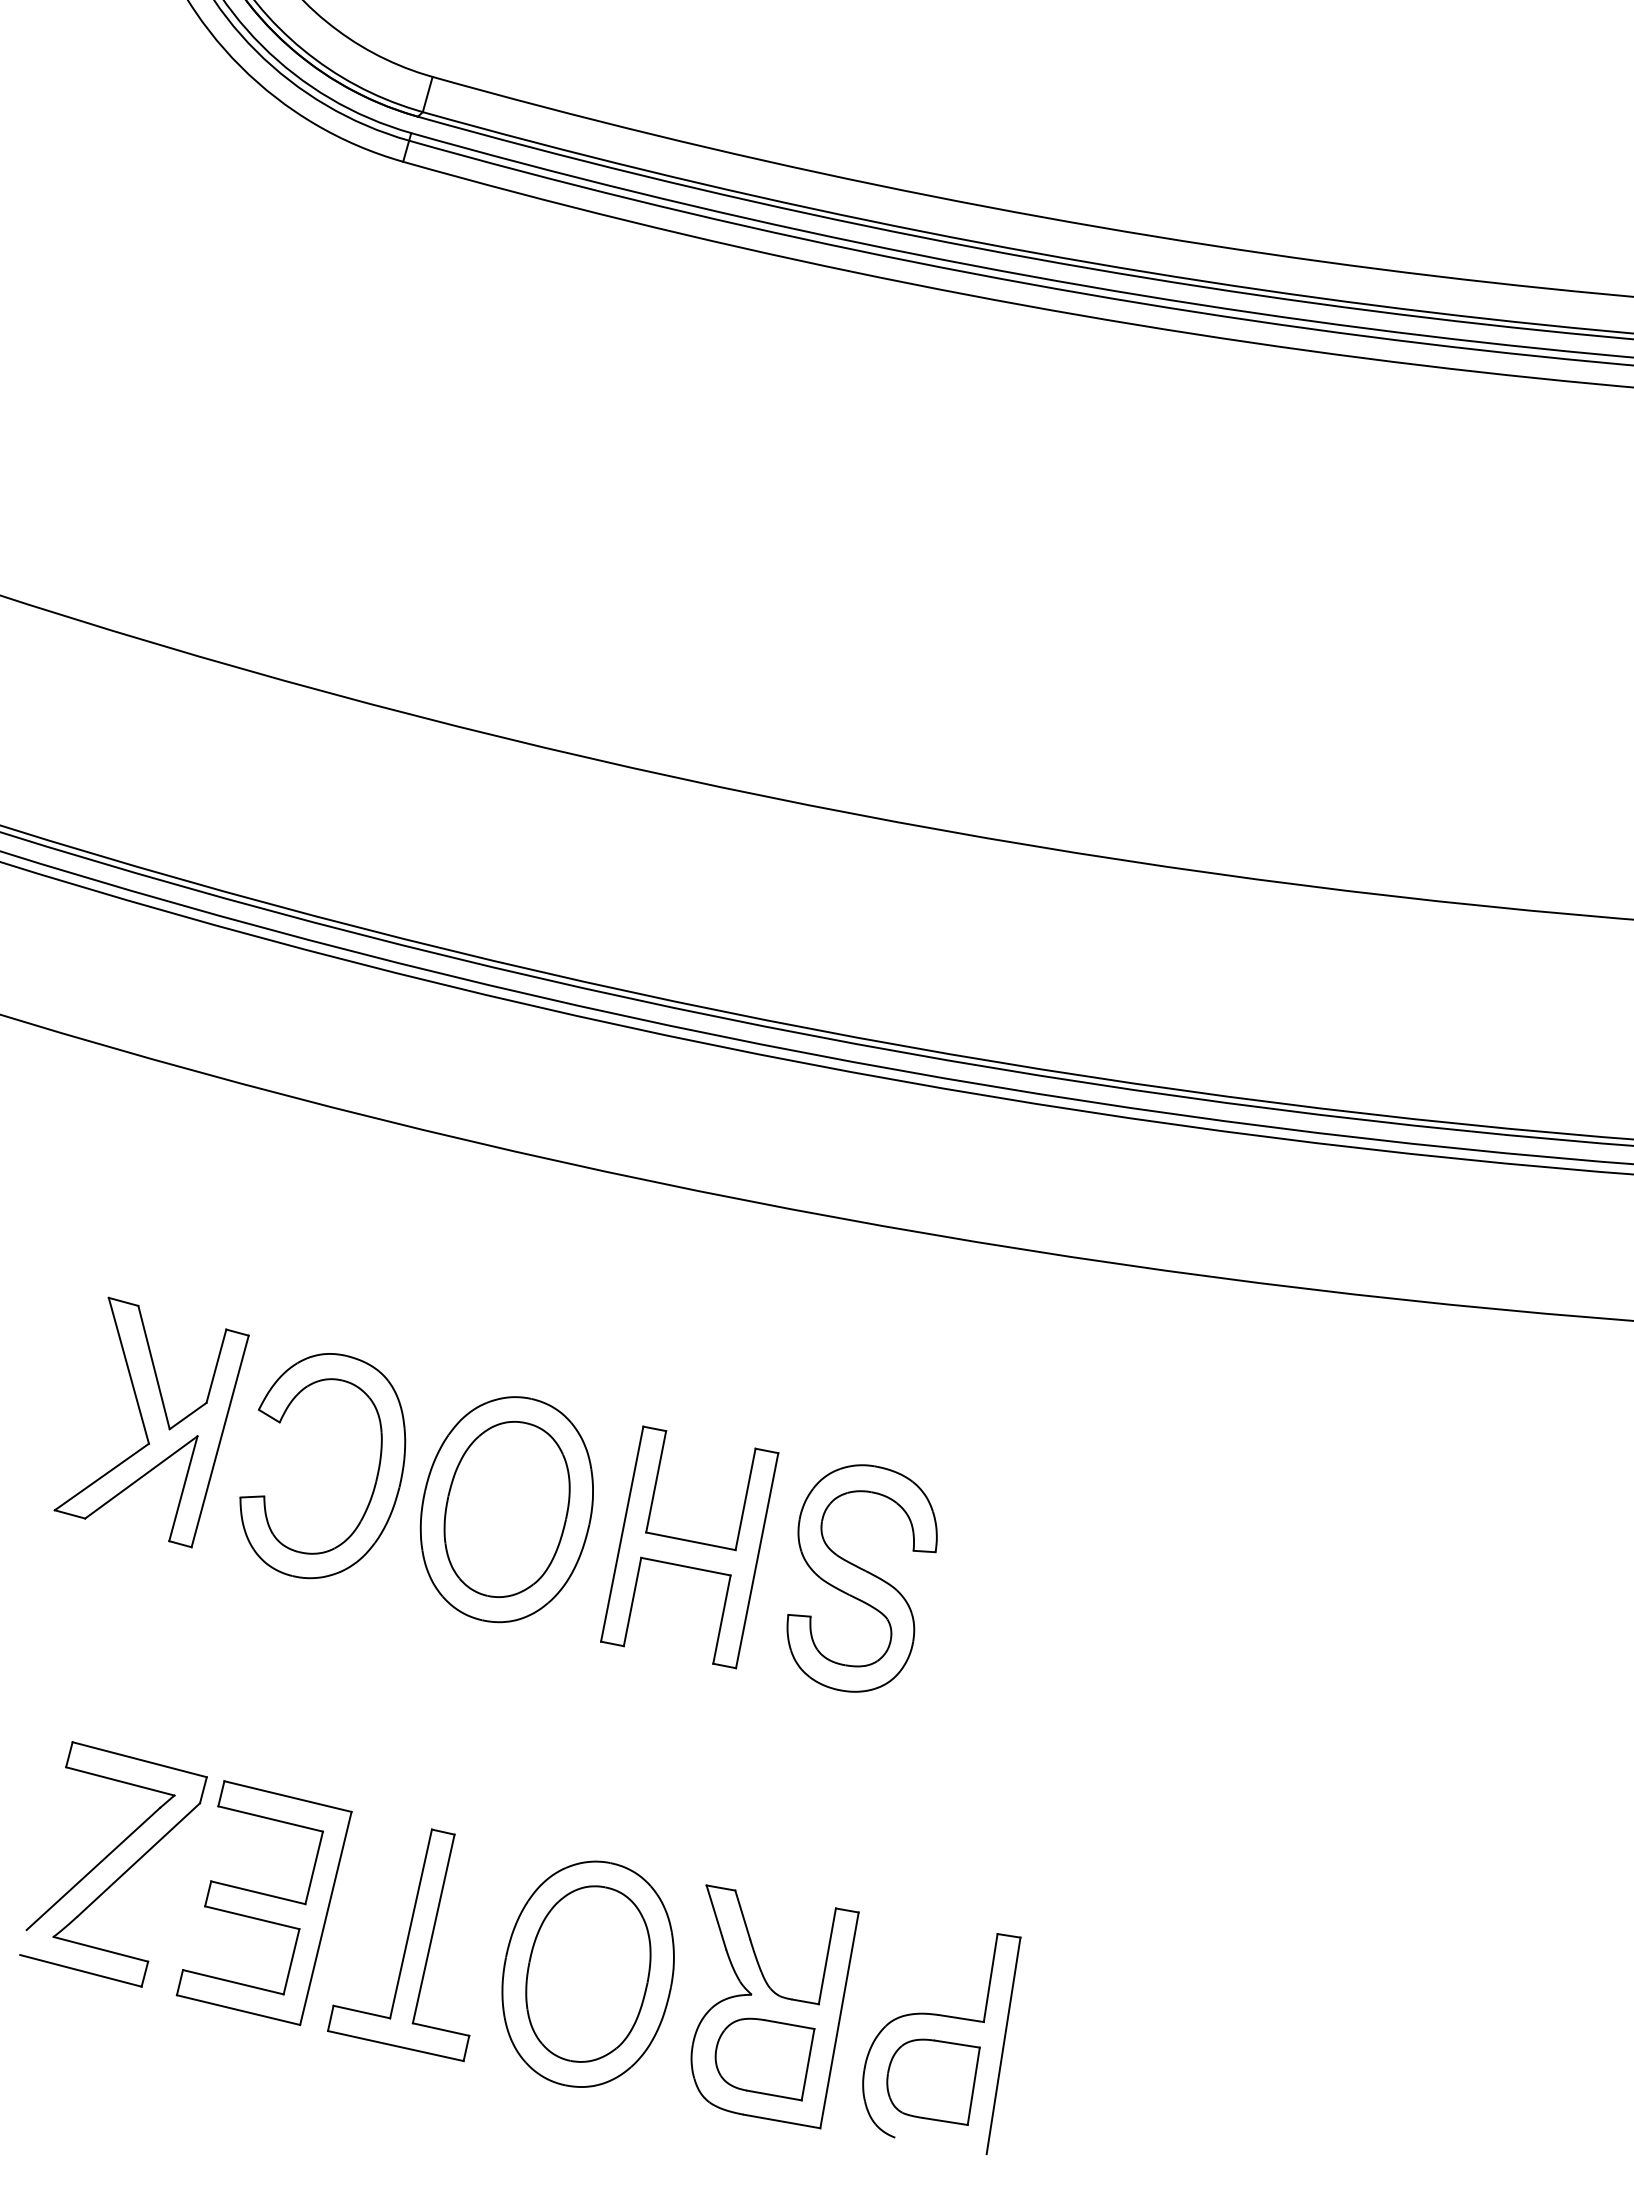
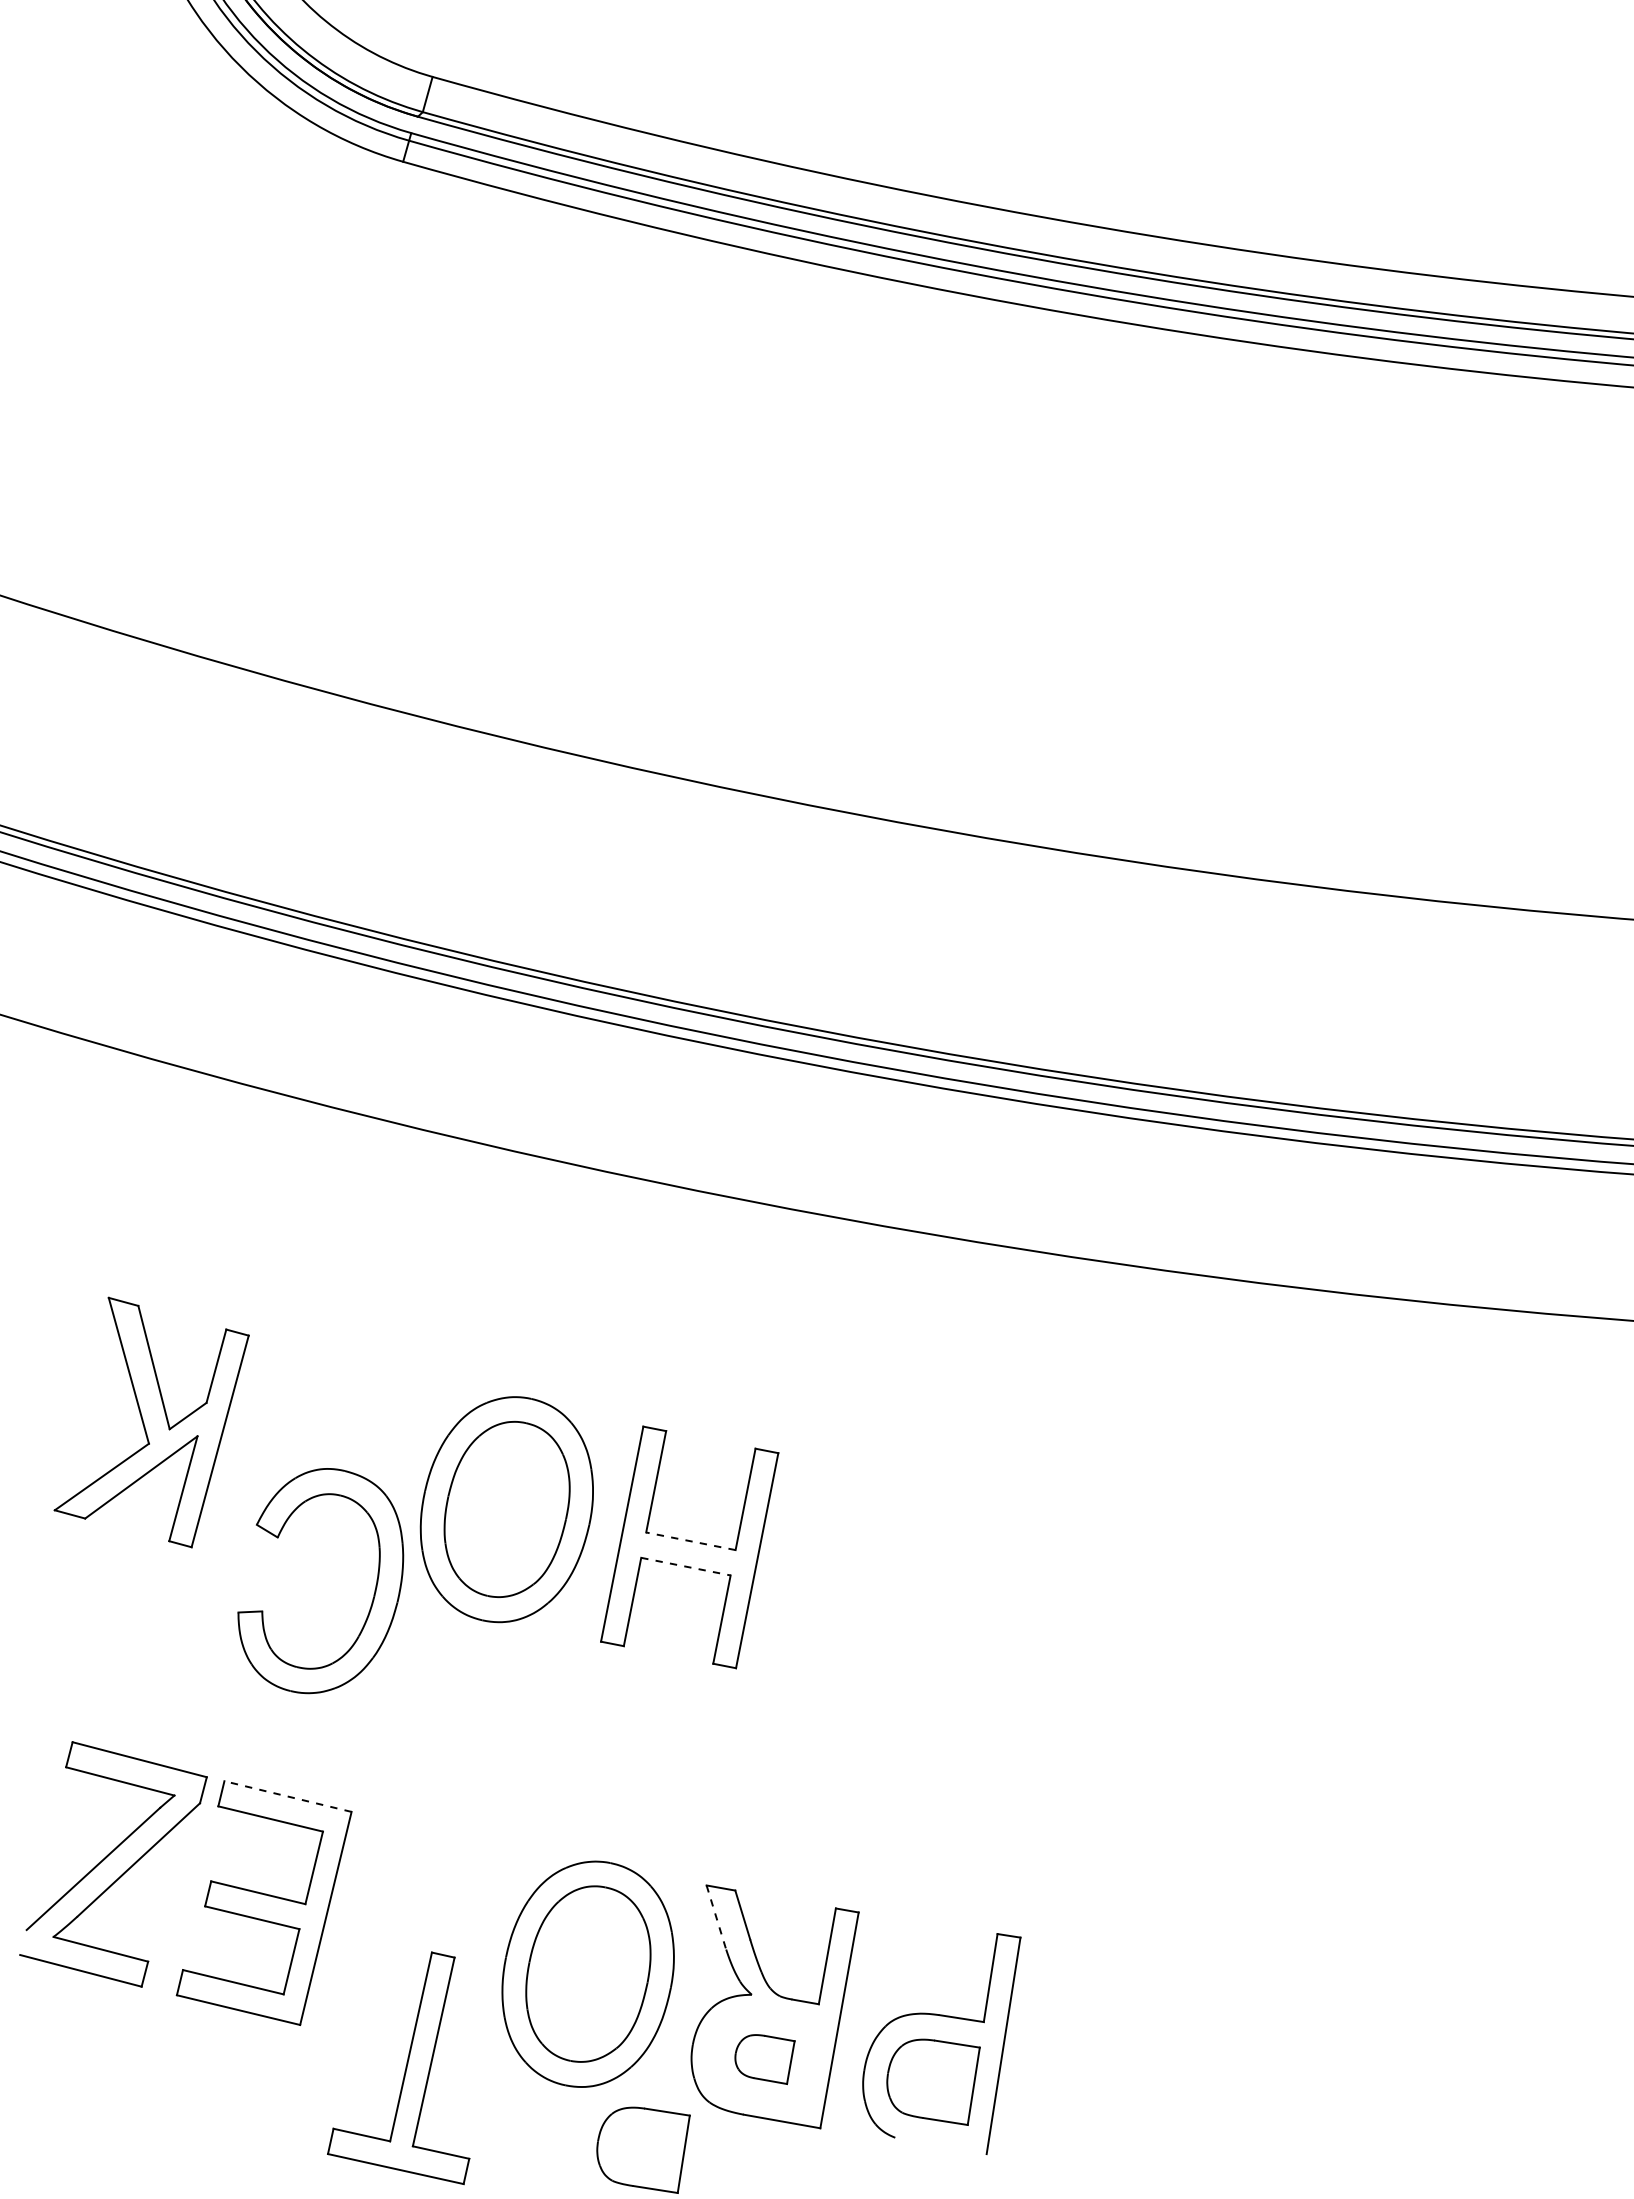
part at (375, 1479) position: (375, 1479) -> (373, 1594)
line at (690, 1541): solid -> dashed
line at (685, 1566): solid -> dashed
part at (861, 1578): present -> none
line at (287, 1796): solid -> dashed
line at (716, 1917): solid -> dashed
part at (404, 1947) position: (404, 1947) -> (404, 2070)
part at (764, 2059) size: 102x85 px -> 62x51 px
part at (643, 2149): none -> present
